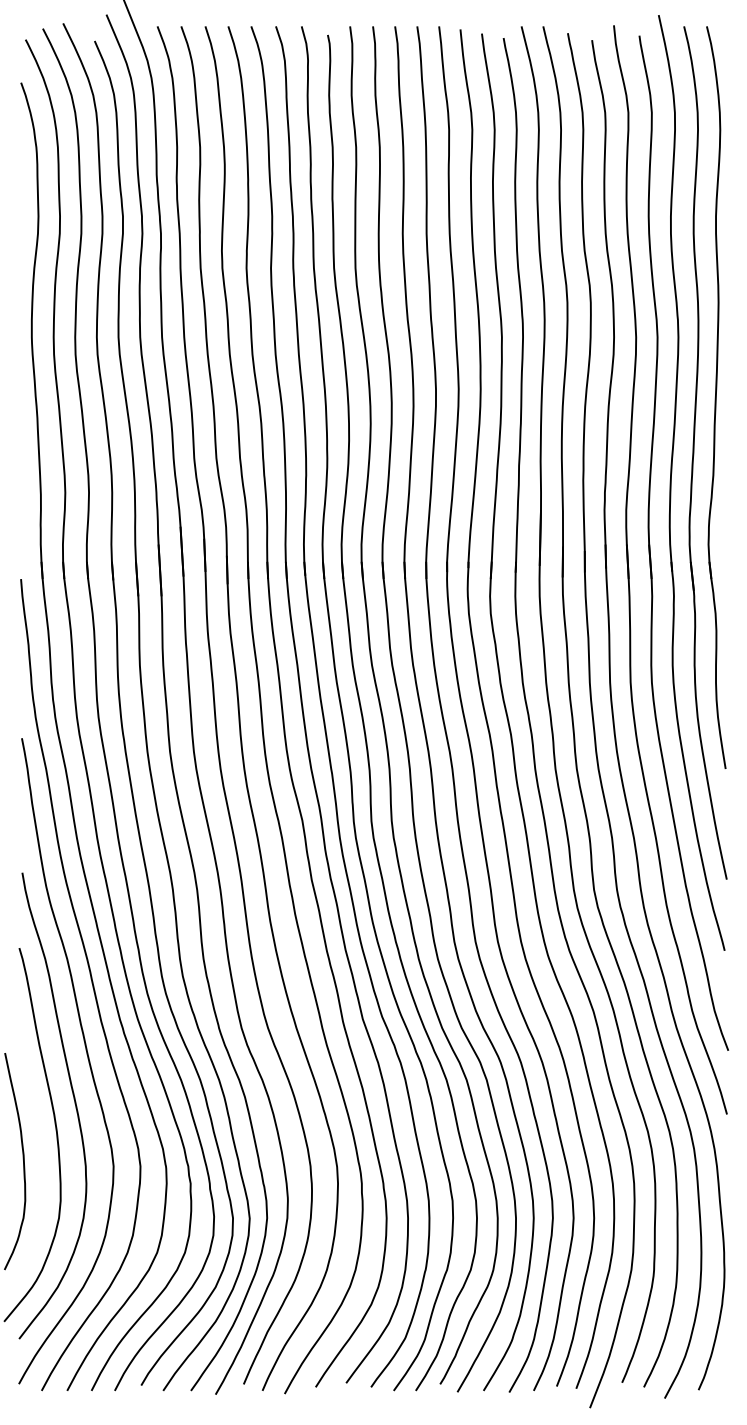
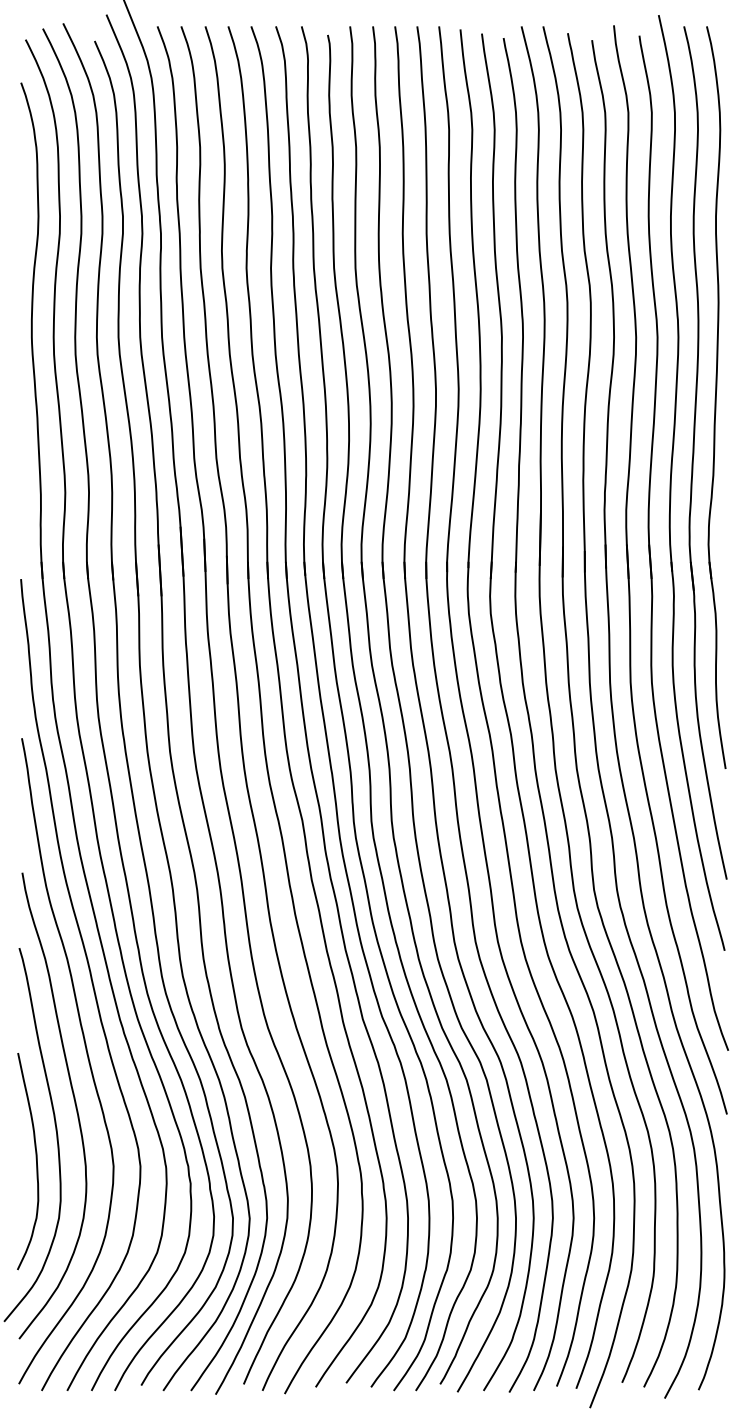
curve at (22, 1158) position: (22, 1158) -> (35, 1158)
